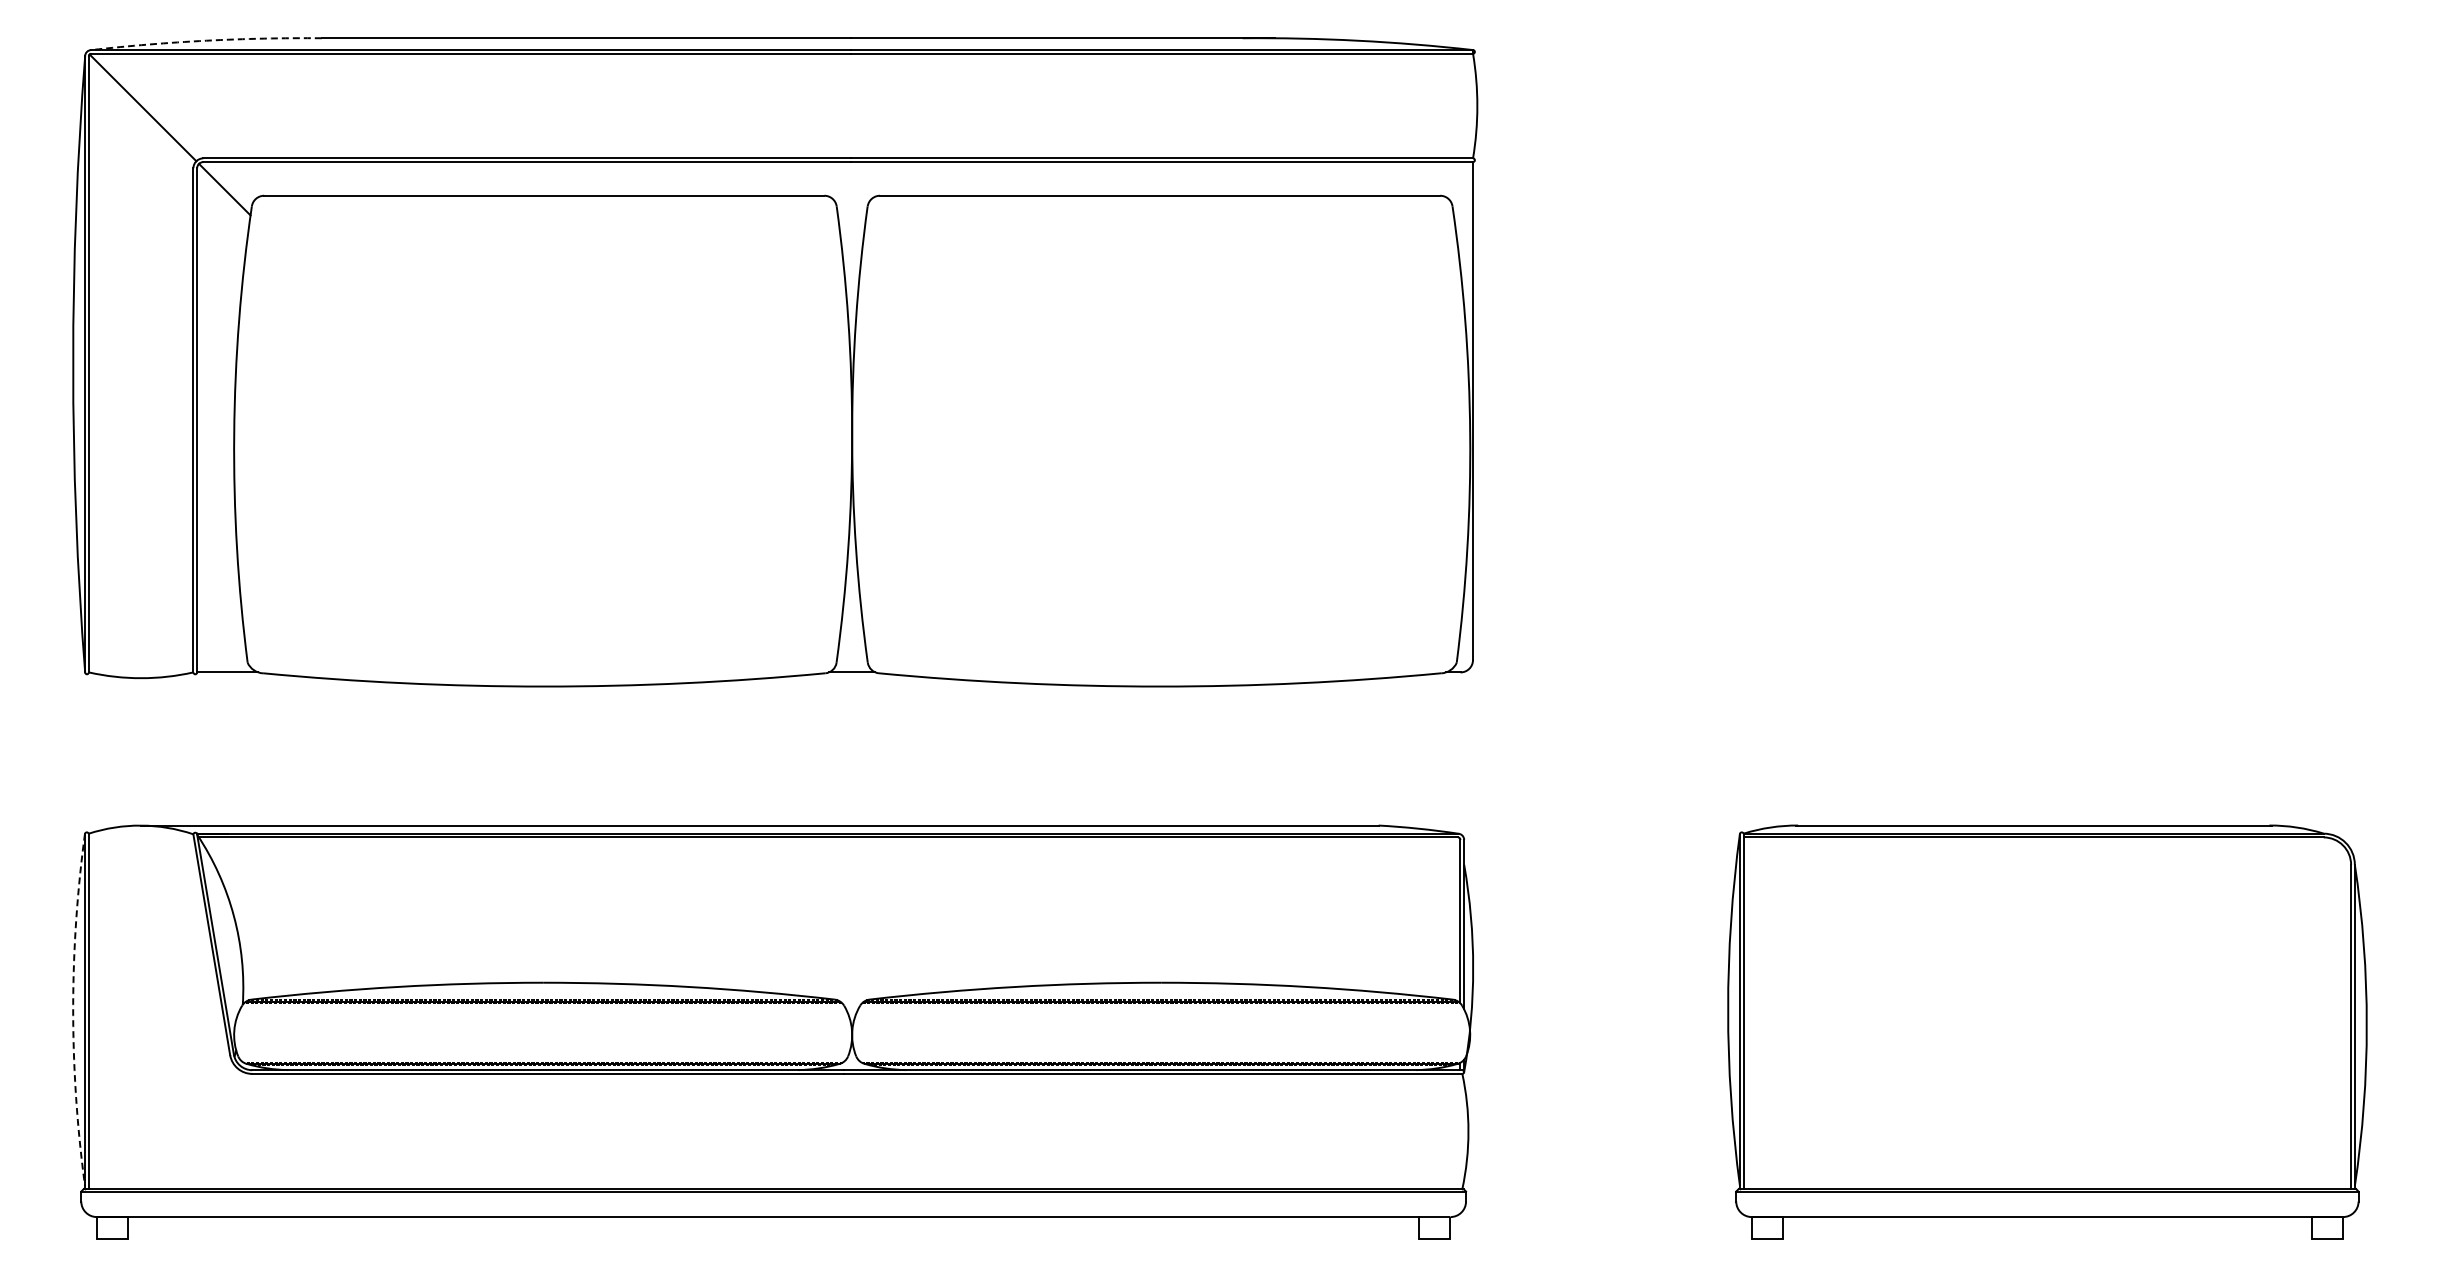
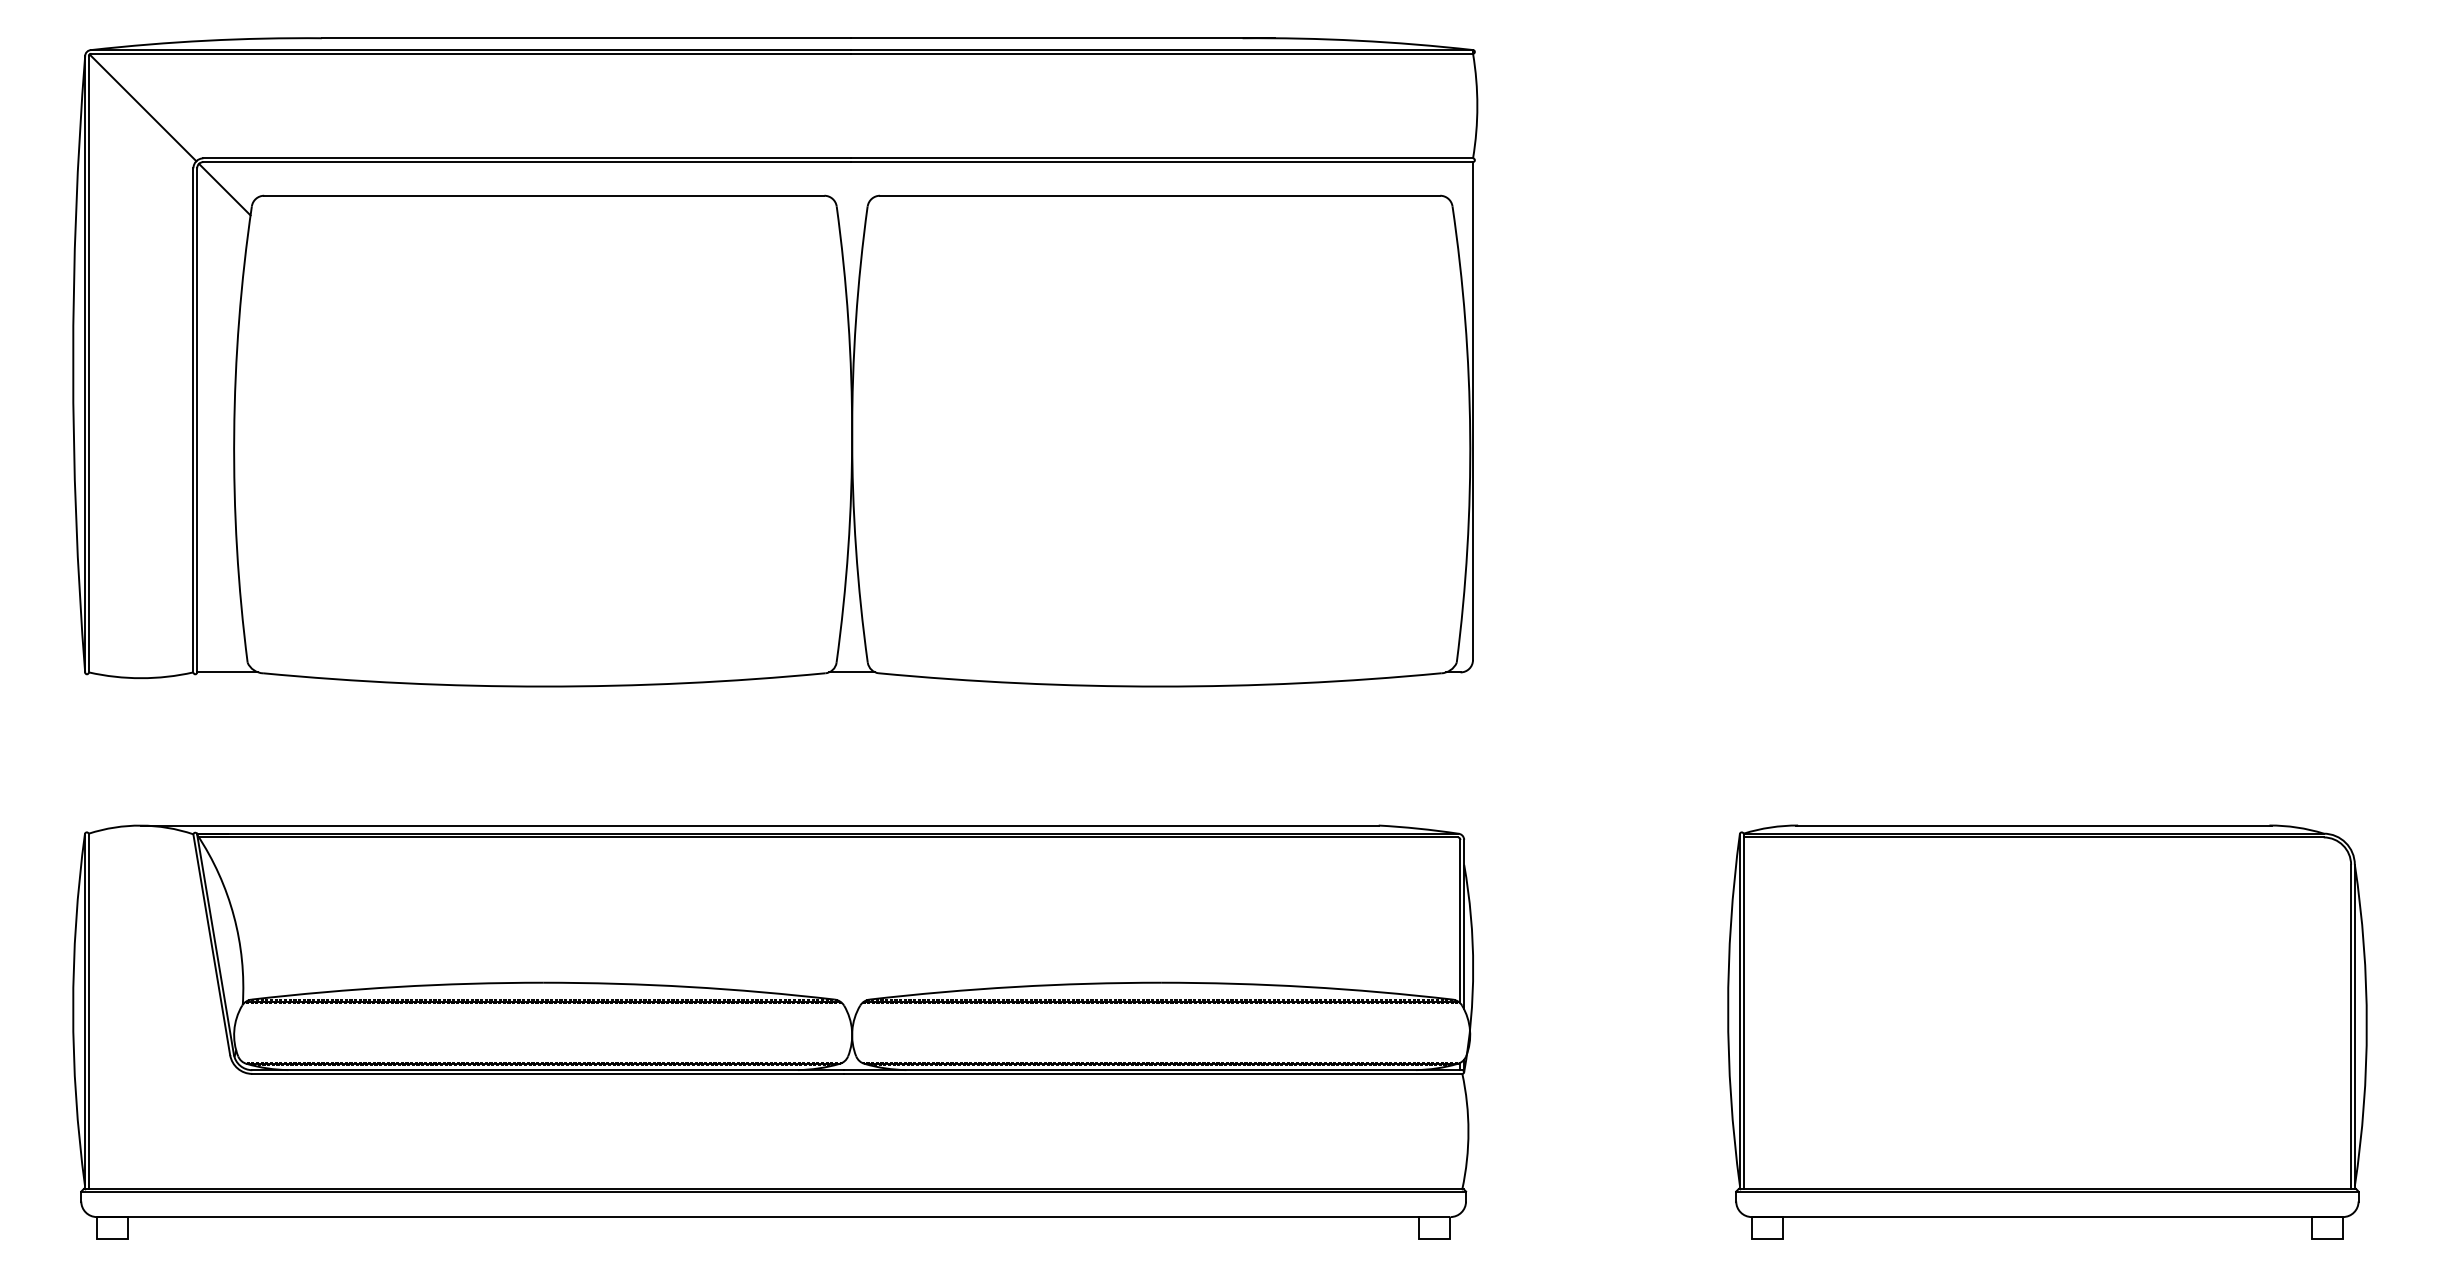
arc at (206, 40): dashed -> solid
arc at (73, 1009): dashed -> solid
